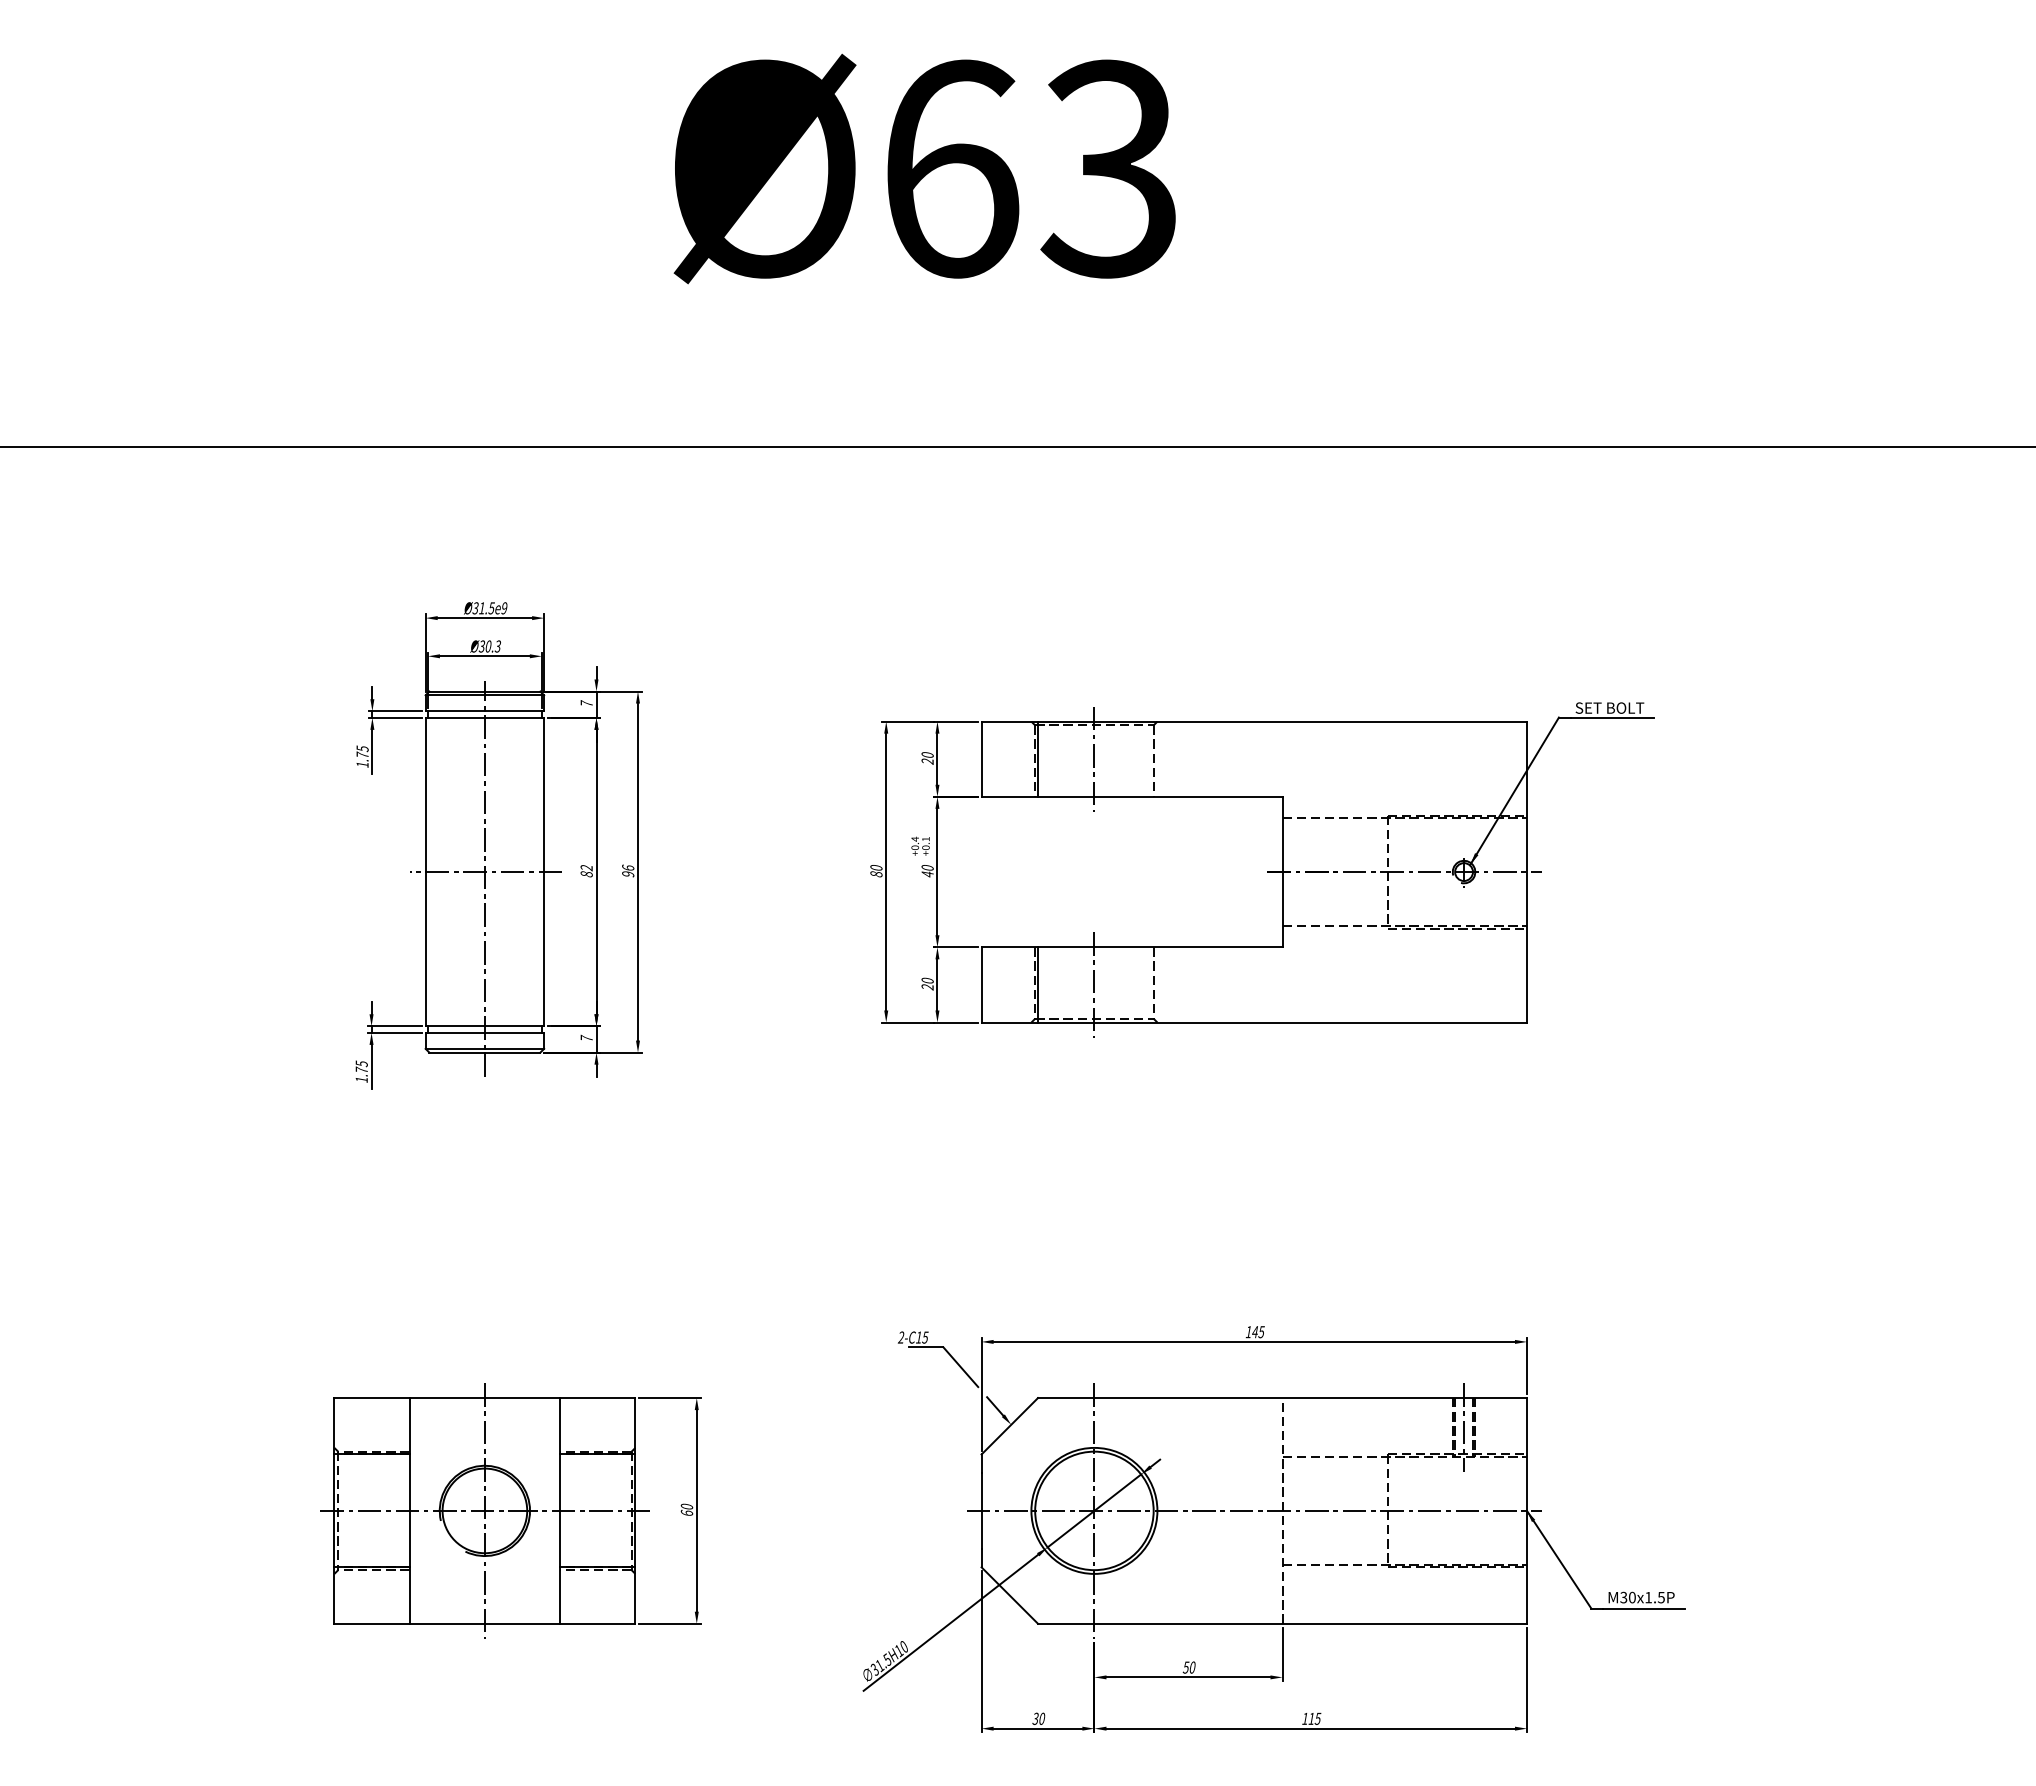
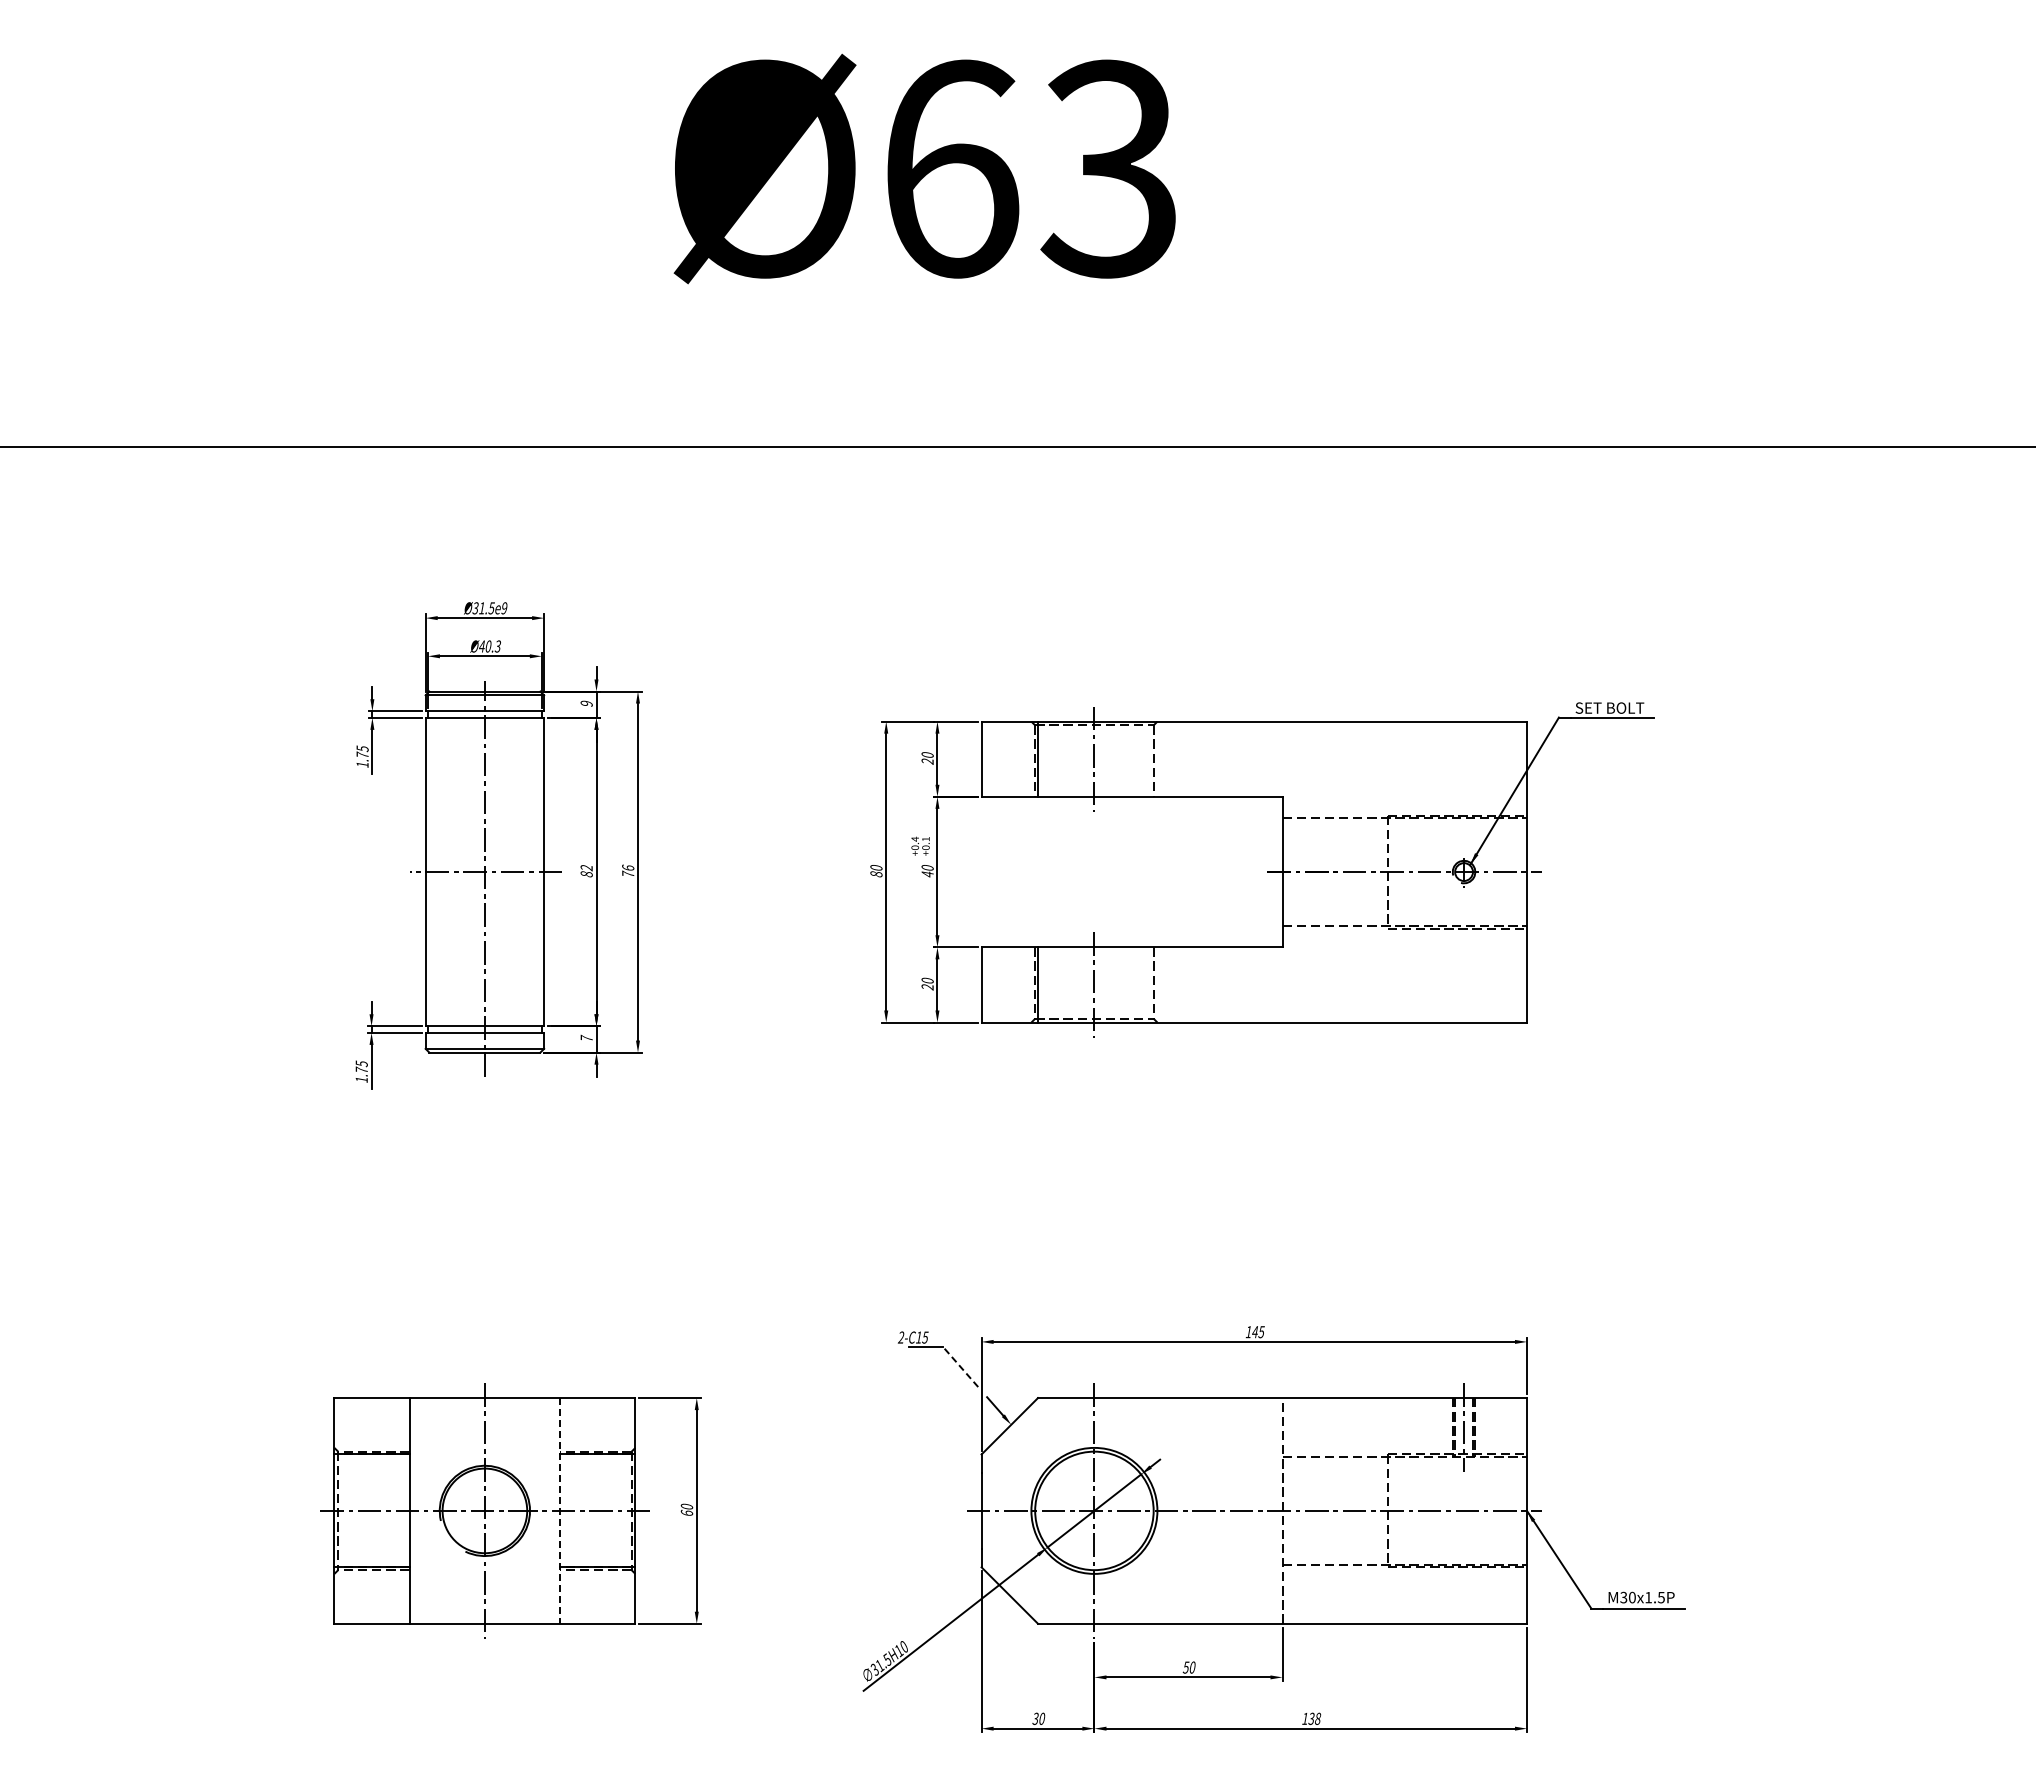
text at (481, 646): Ø30.3 -> Ø40.3
text at (586, 703): 7 -> 9
text at (628, 873): 96 -> 76
line at (960, 1366): solid -> dashed
line at (560, 1510): solid -> dashed
text at (1314, 1718): 115 -> 138
